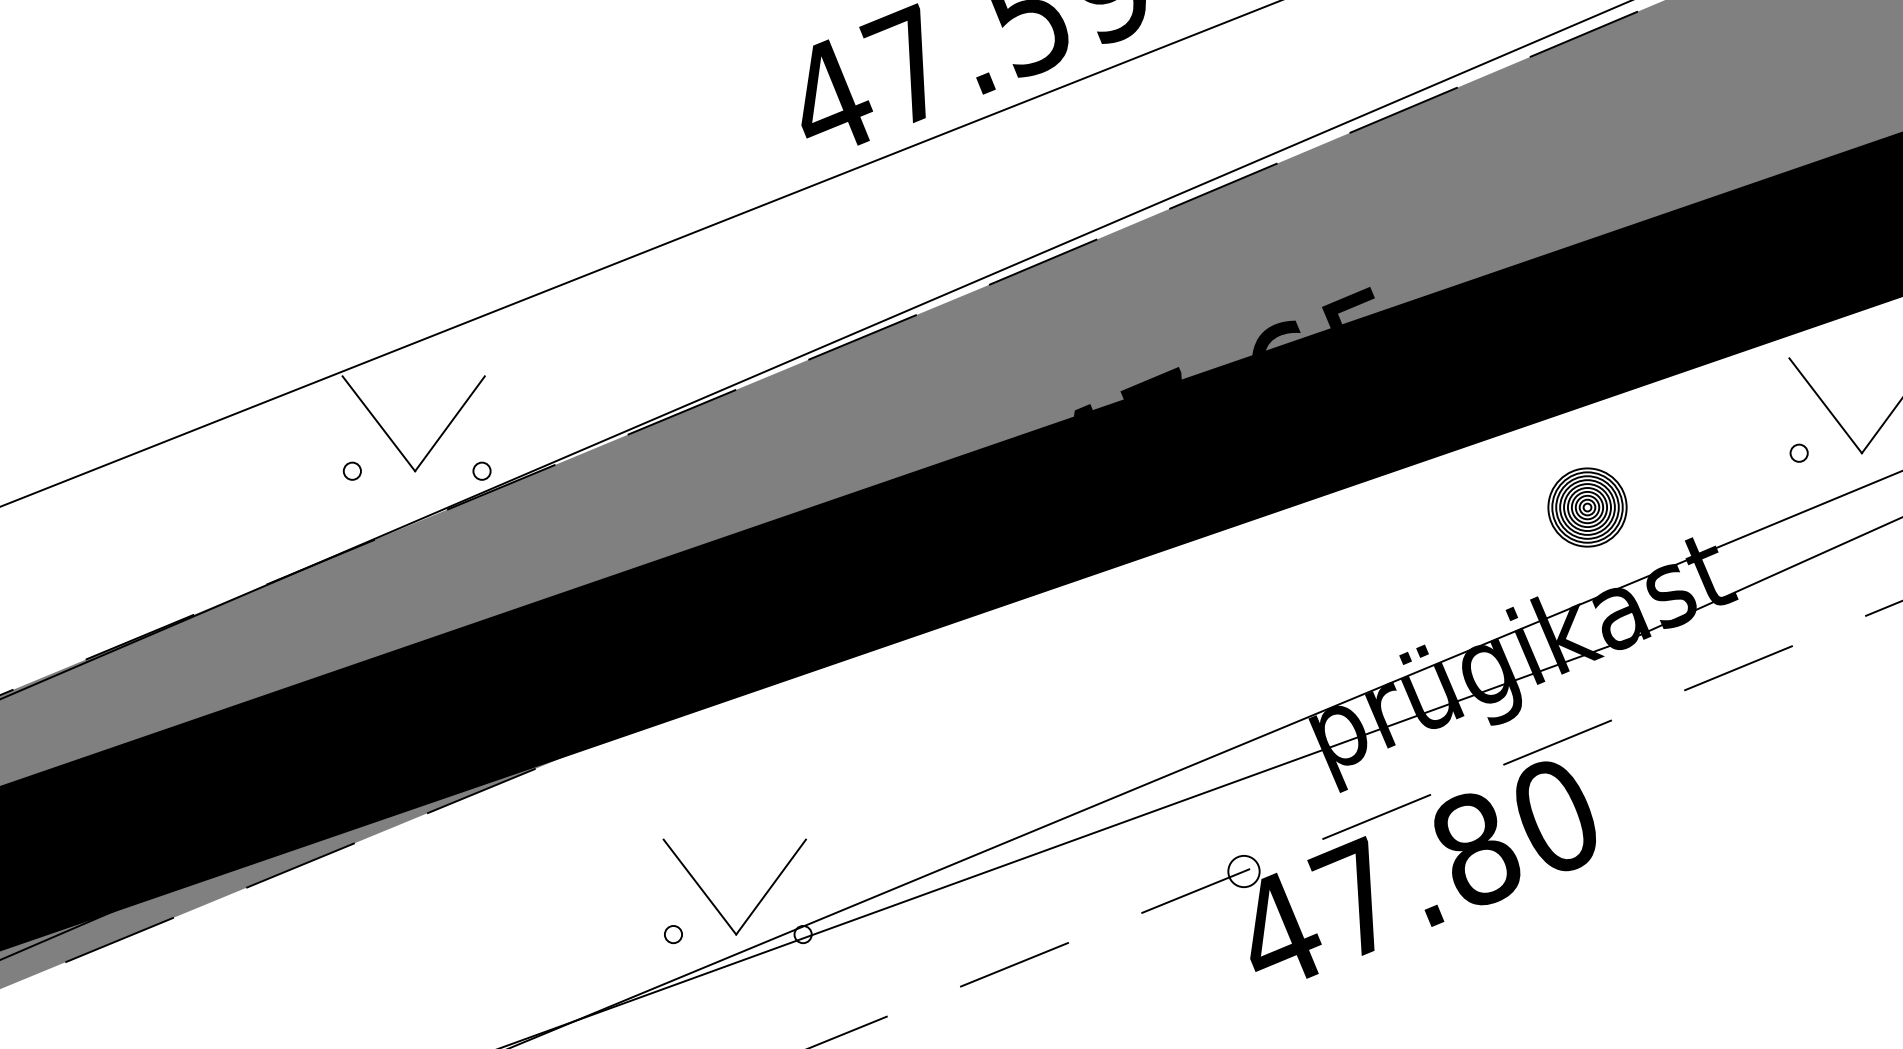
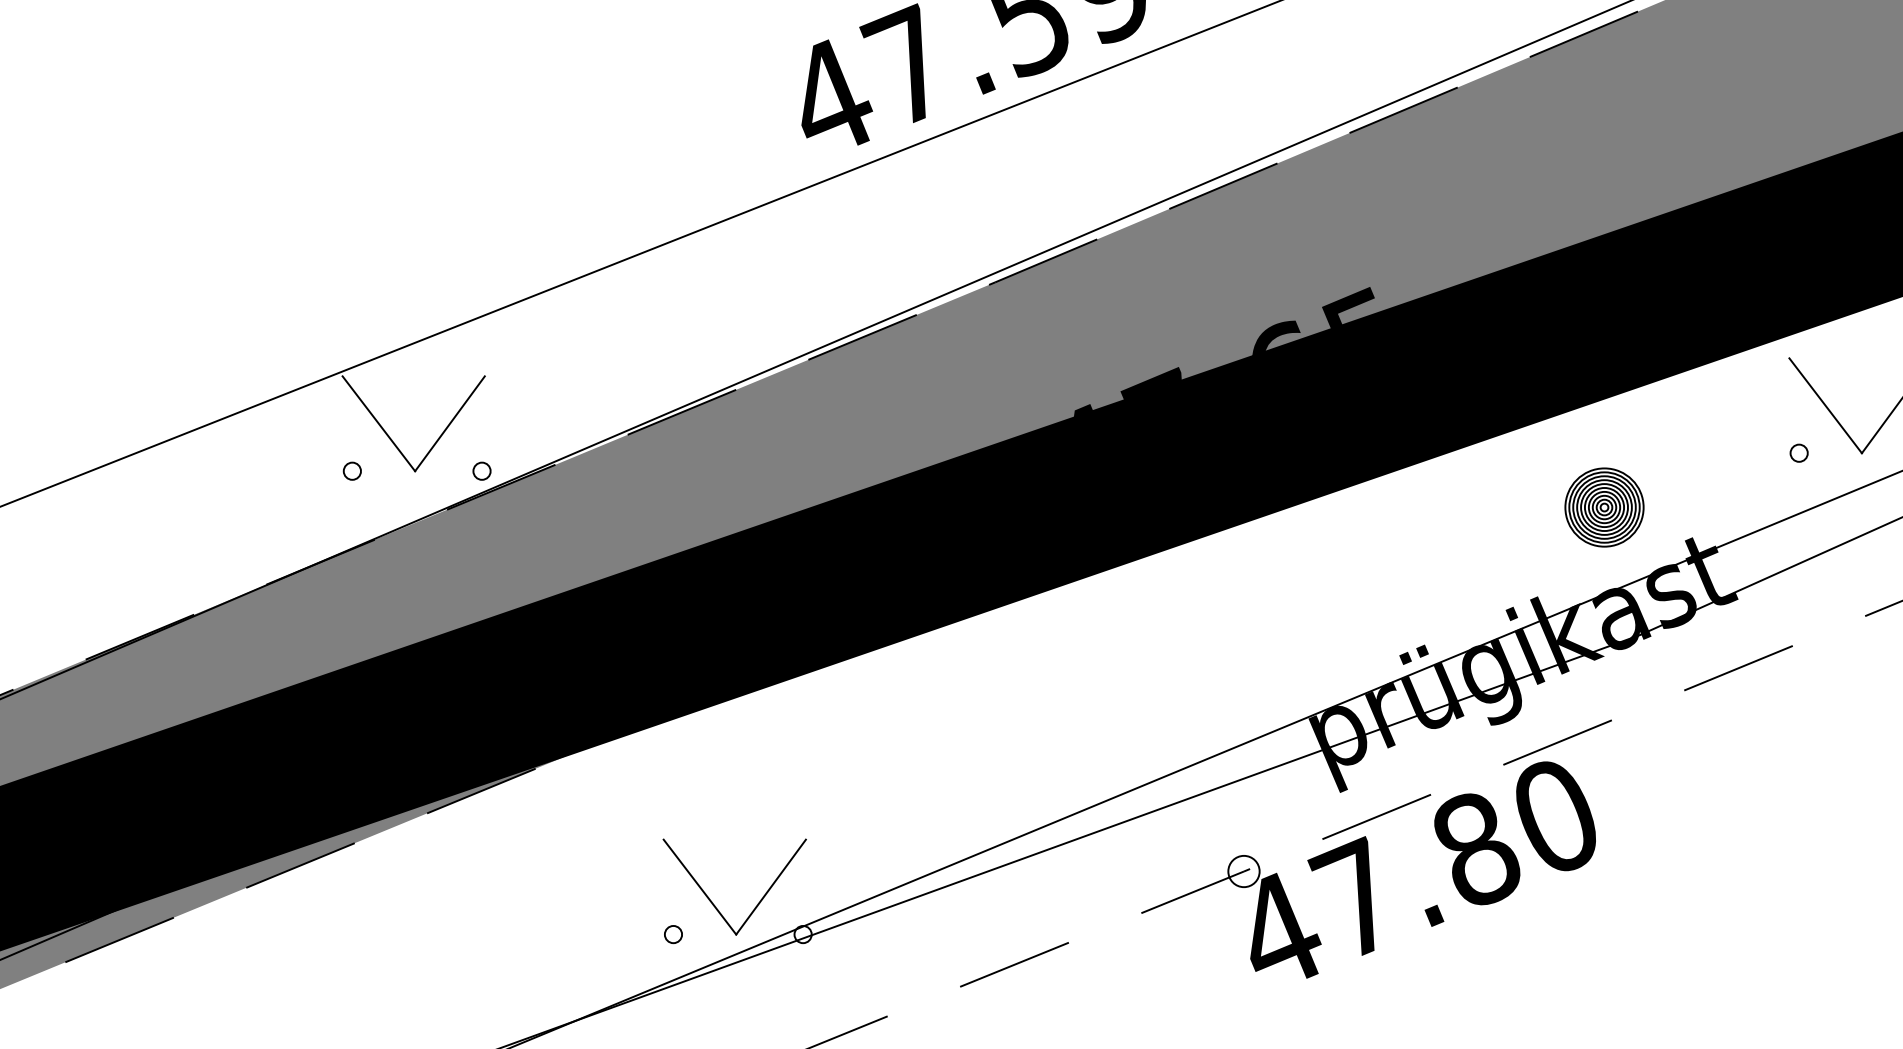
part at (1587, 507) position: (1587, 507) -> (1604, 507)
